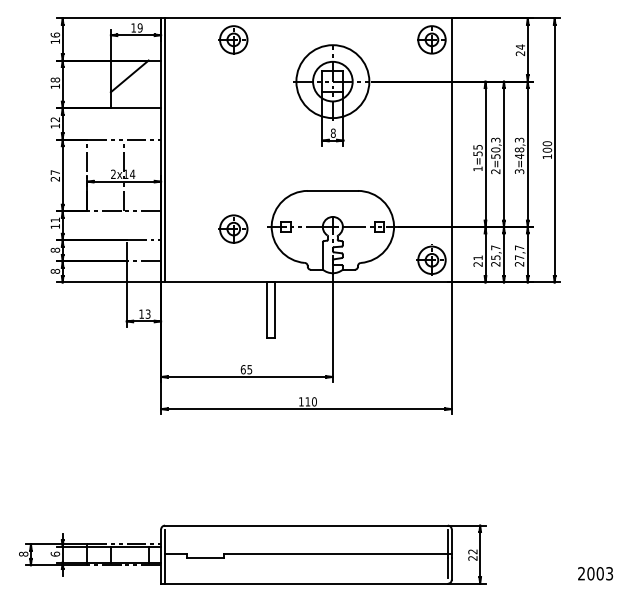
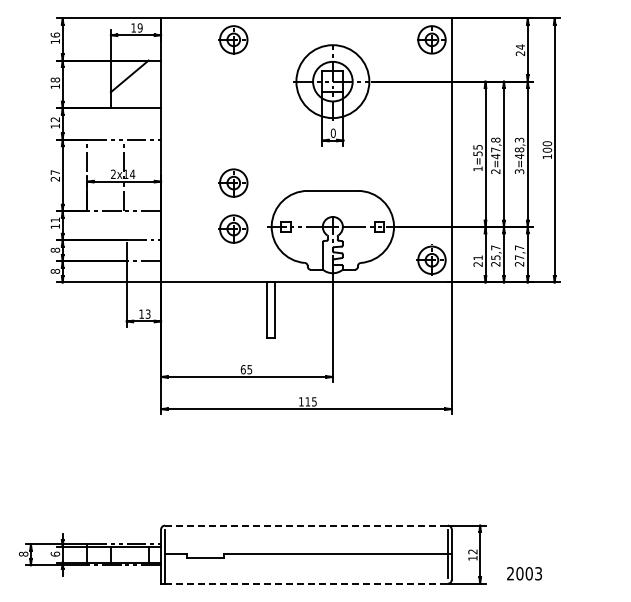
text at (332, 132): 8 -> 0
text at (495, 148): 2=50,3 -> 2=47,8
line at (165, 150): present -> none
part at (233, 182): none -> present
text at (314, 401): 110 -> 115
line at (306, 525): solid -> dashed
text at (472, 558): 22 -> 12
text at (595, 573) position: (595, 573) -> (524, 573)
line at (306, 583): solid -> dashed
